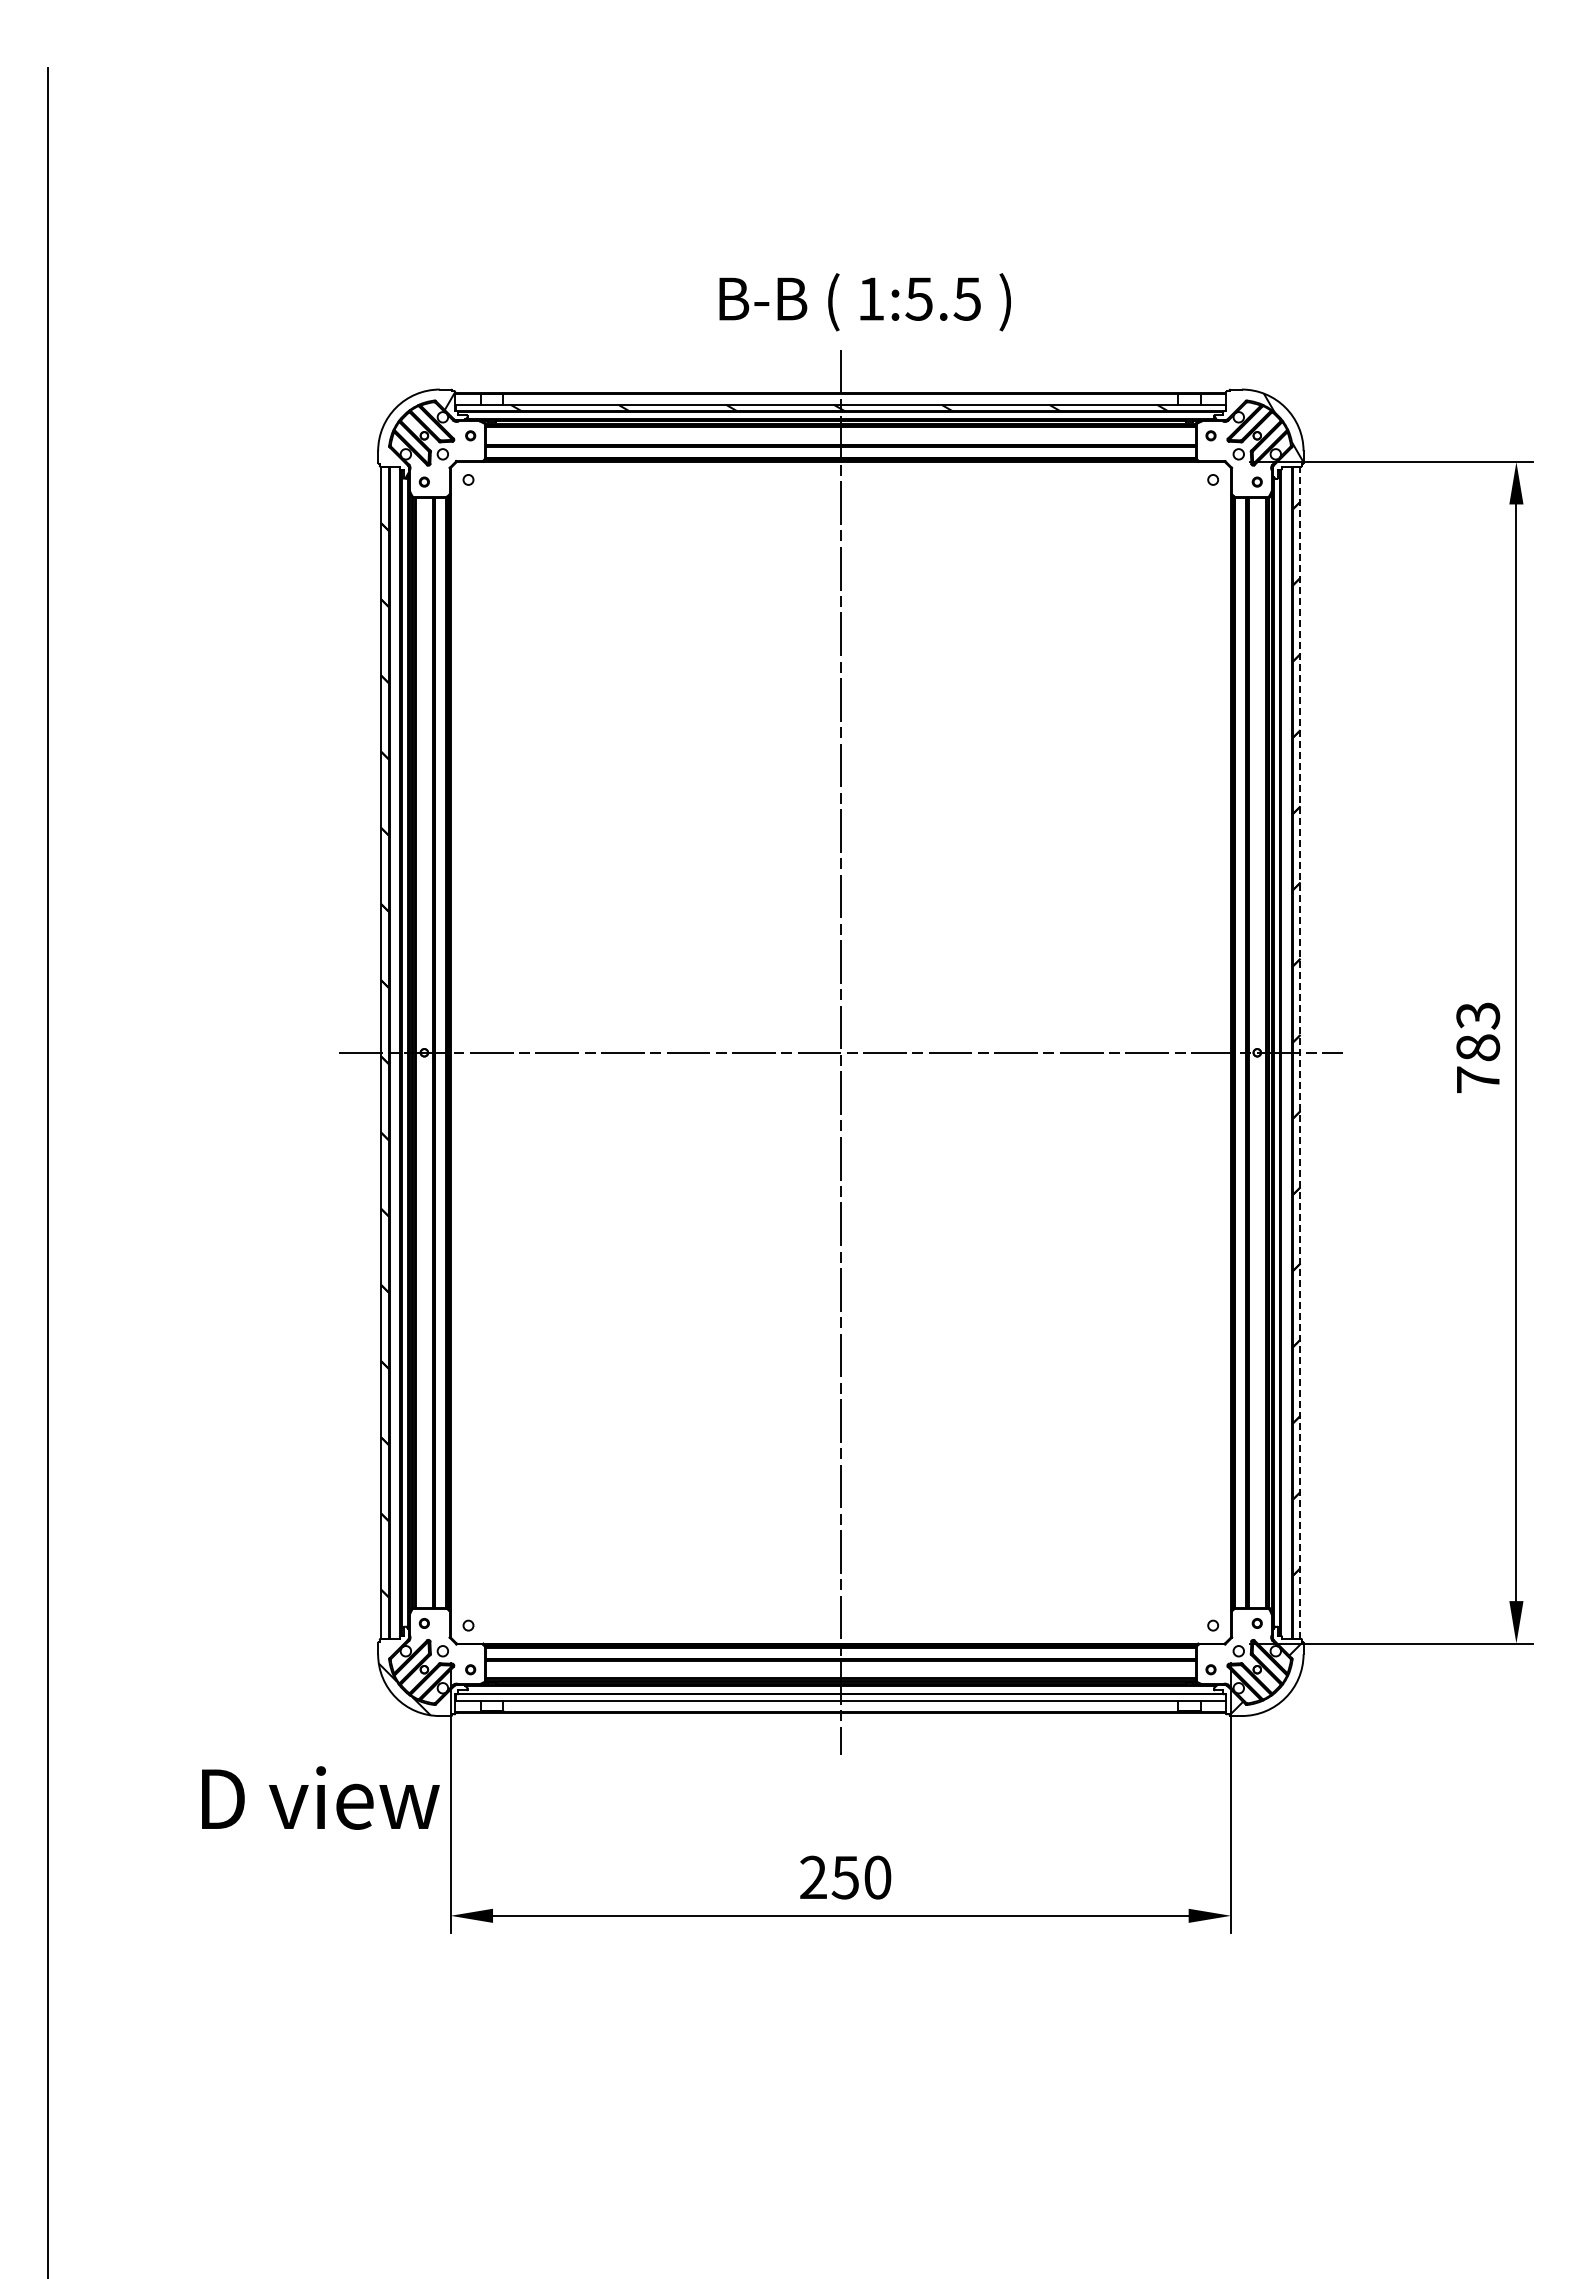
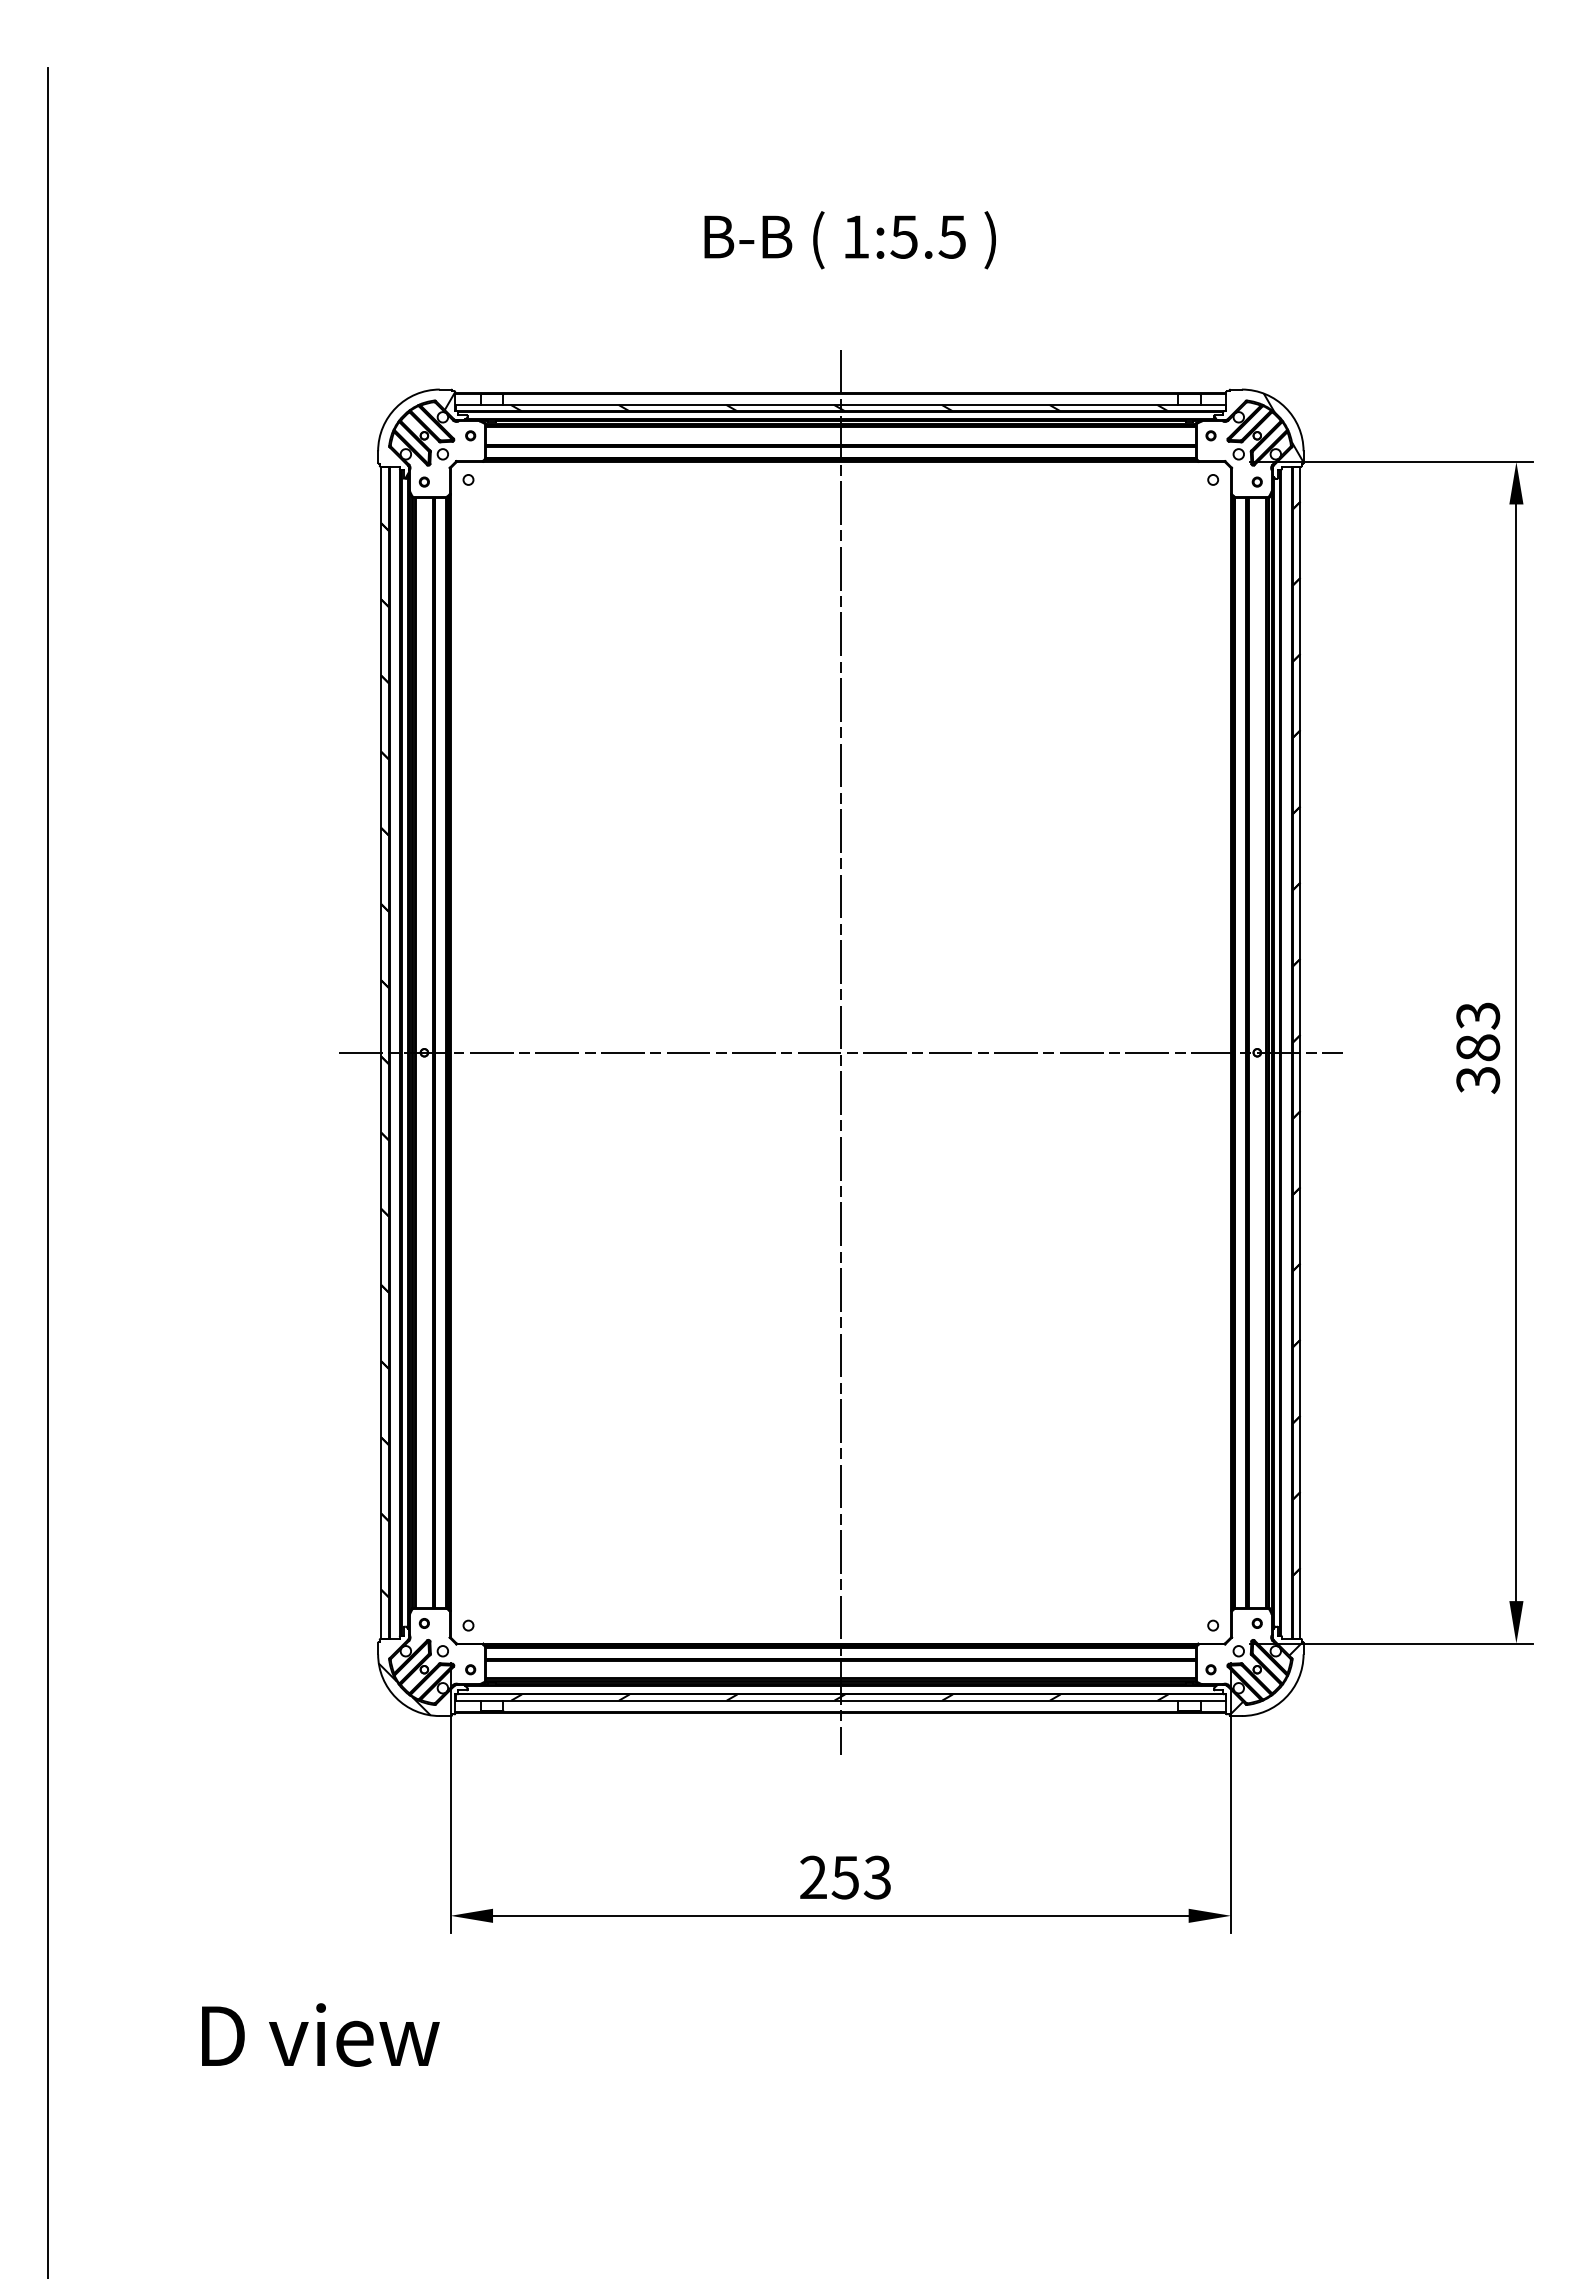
text at (864, 302) position: (864, 302) -> (849, 240)
line at (1300, 1052): dashed -> solid
text at (1478, 1079): 783 -> 383
hatch at (839, 1697): none -> present
text at (320, 1797) position: (320, 1797) -> (320, 2034)
text at (877, 1877): 250 -> 253
